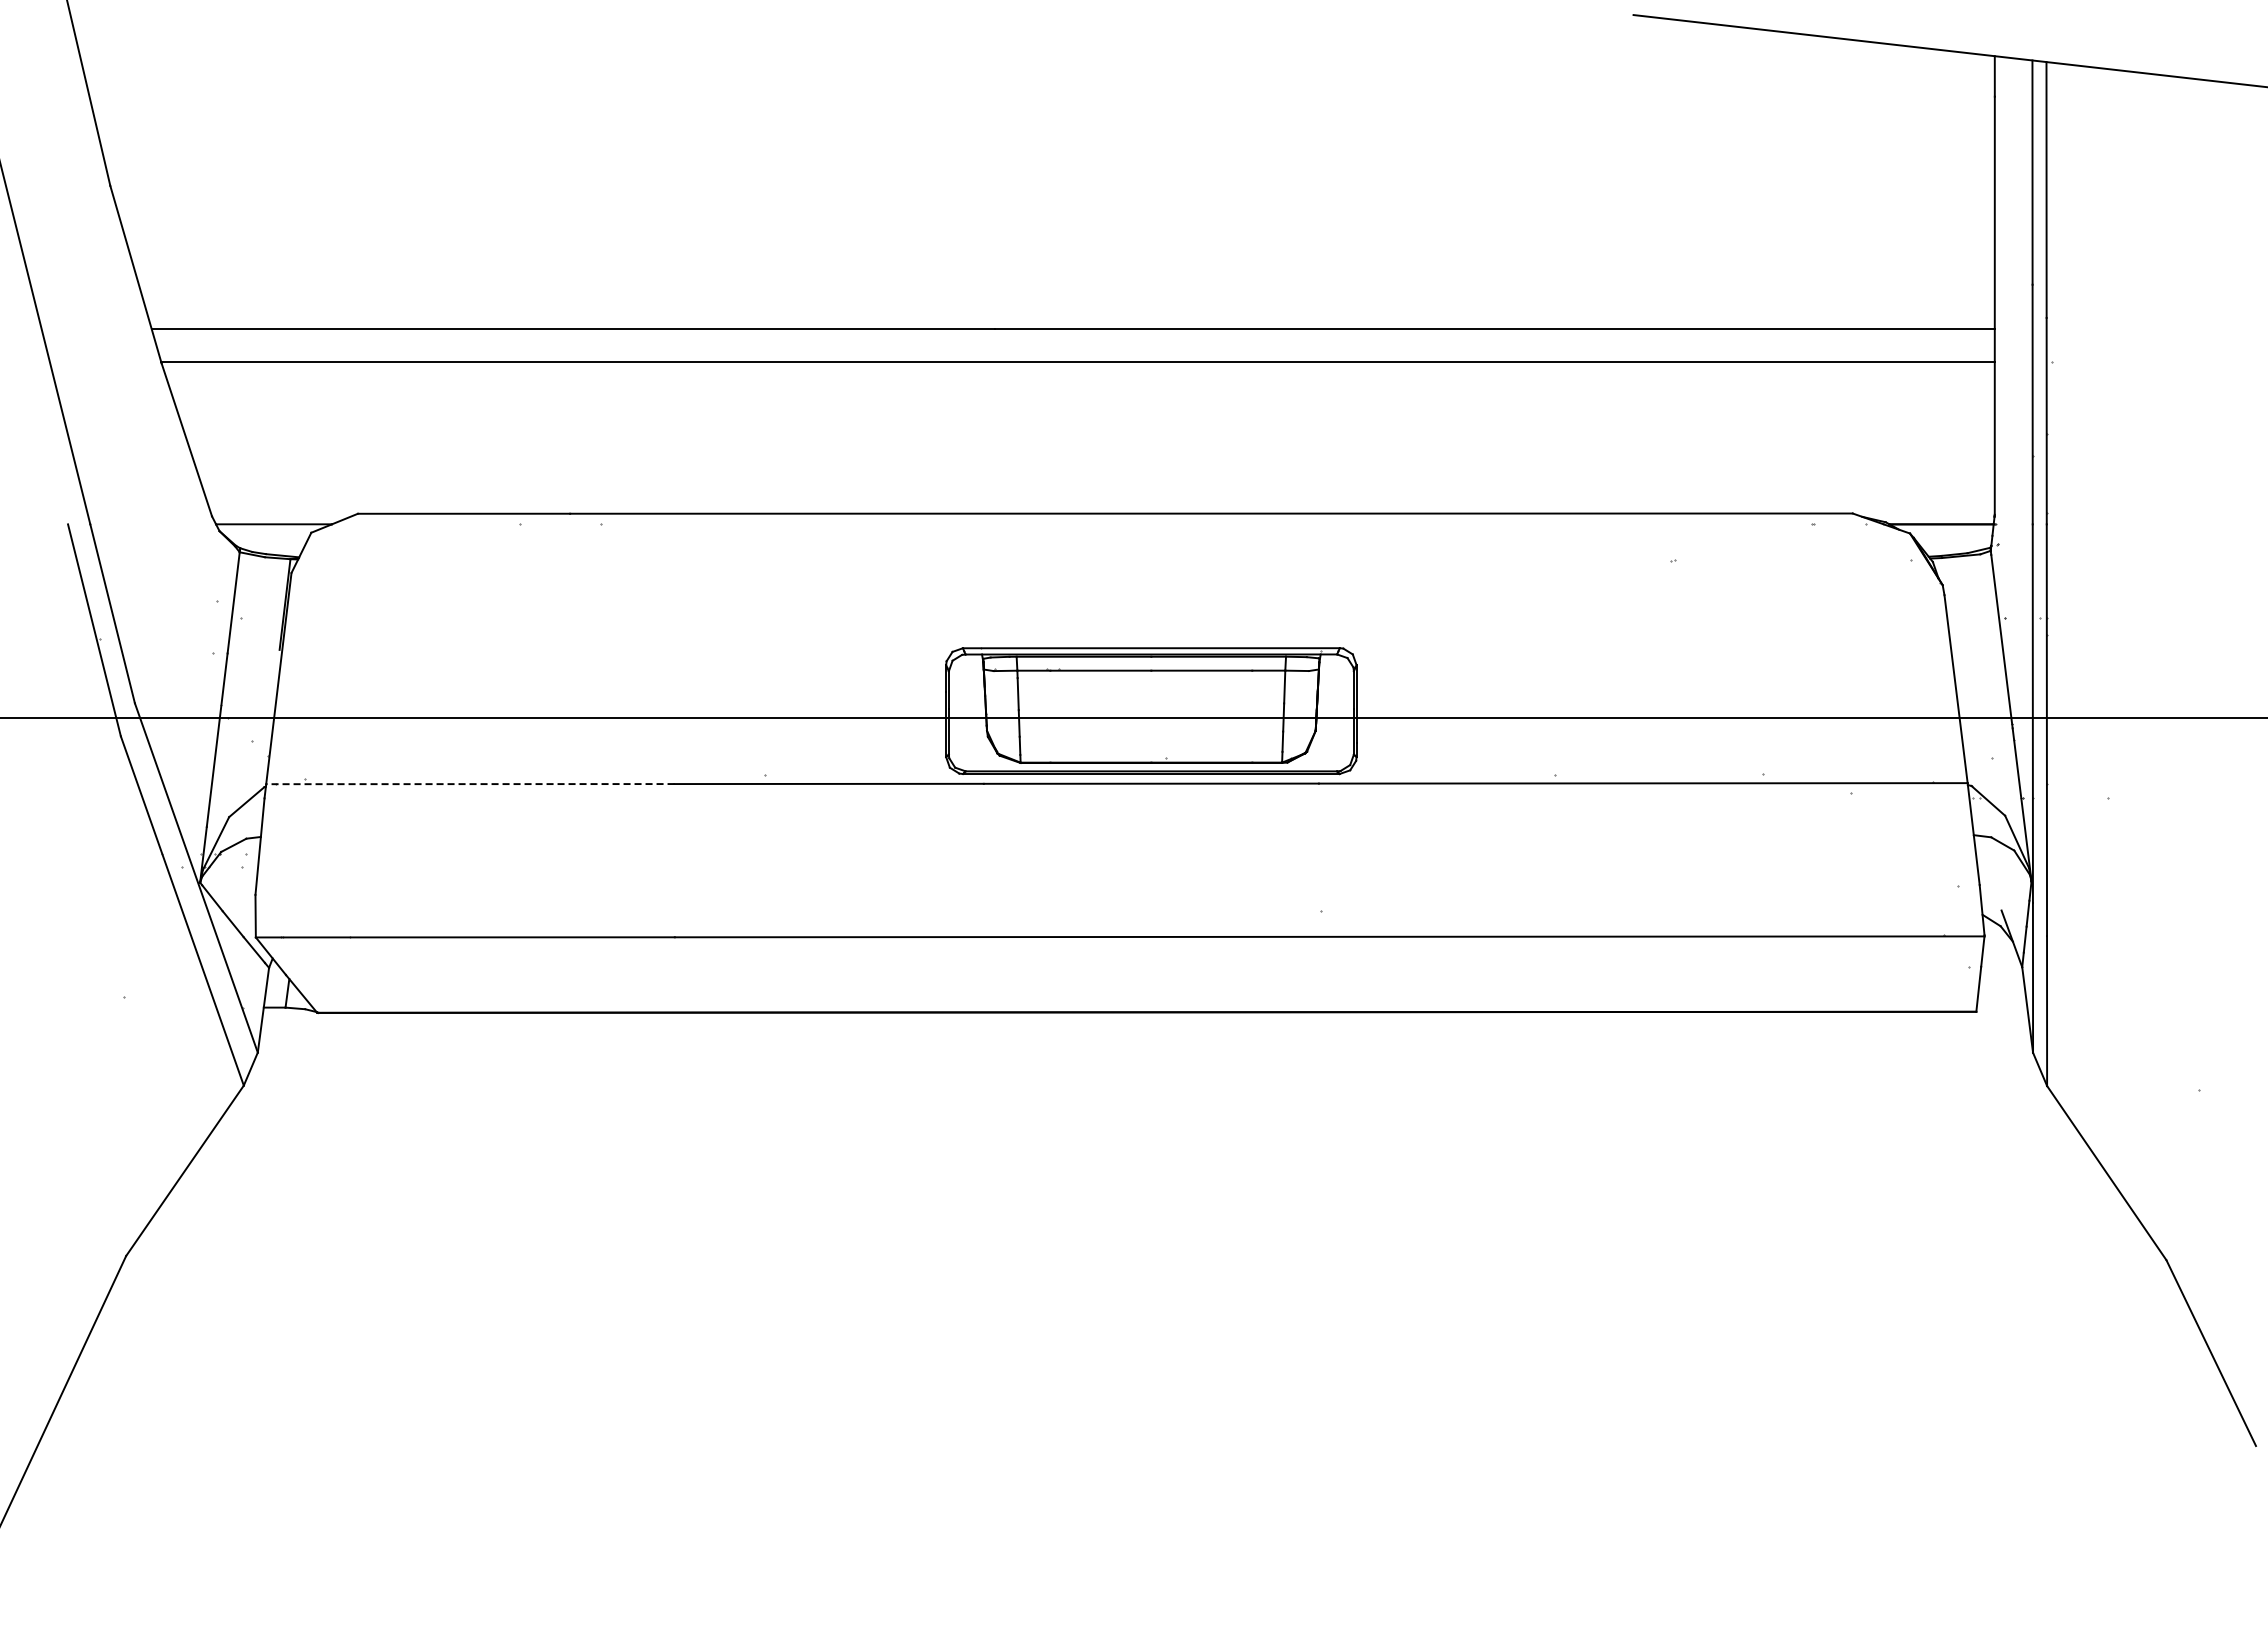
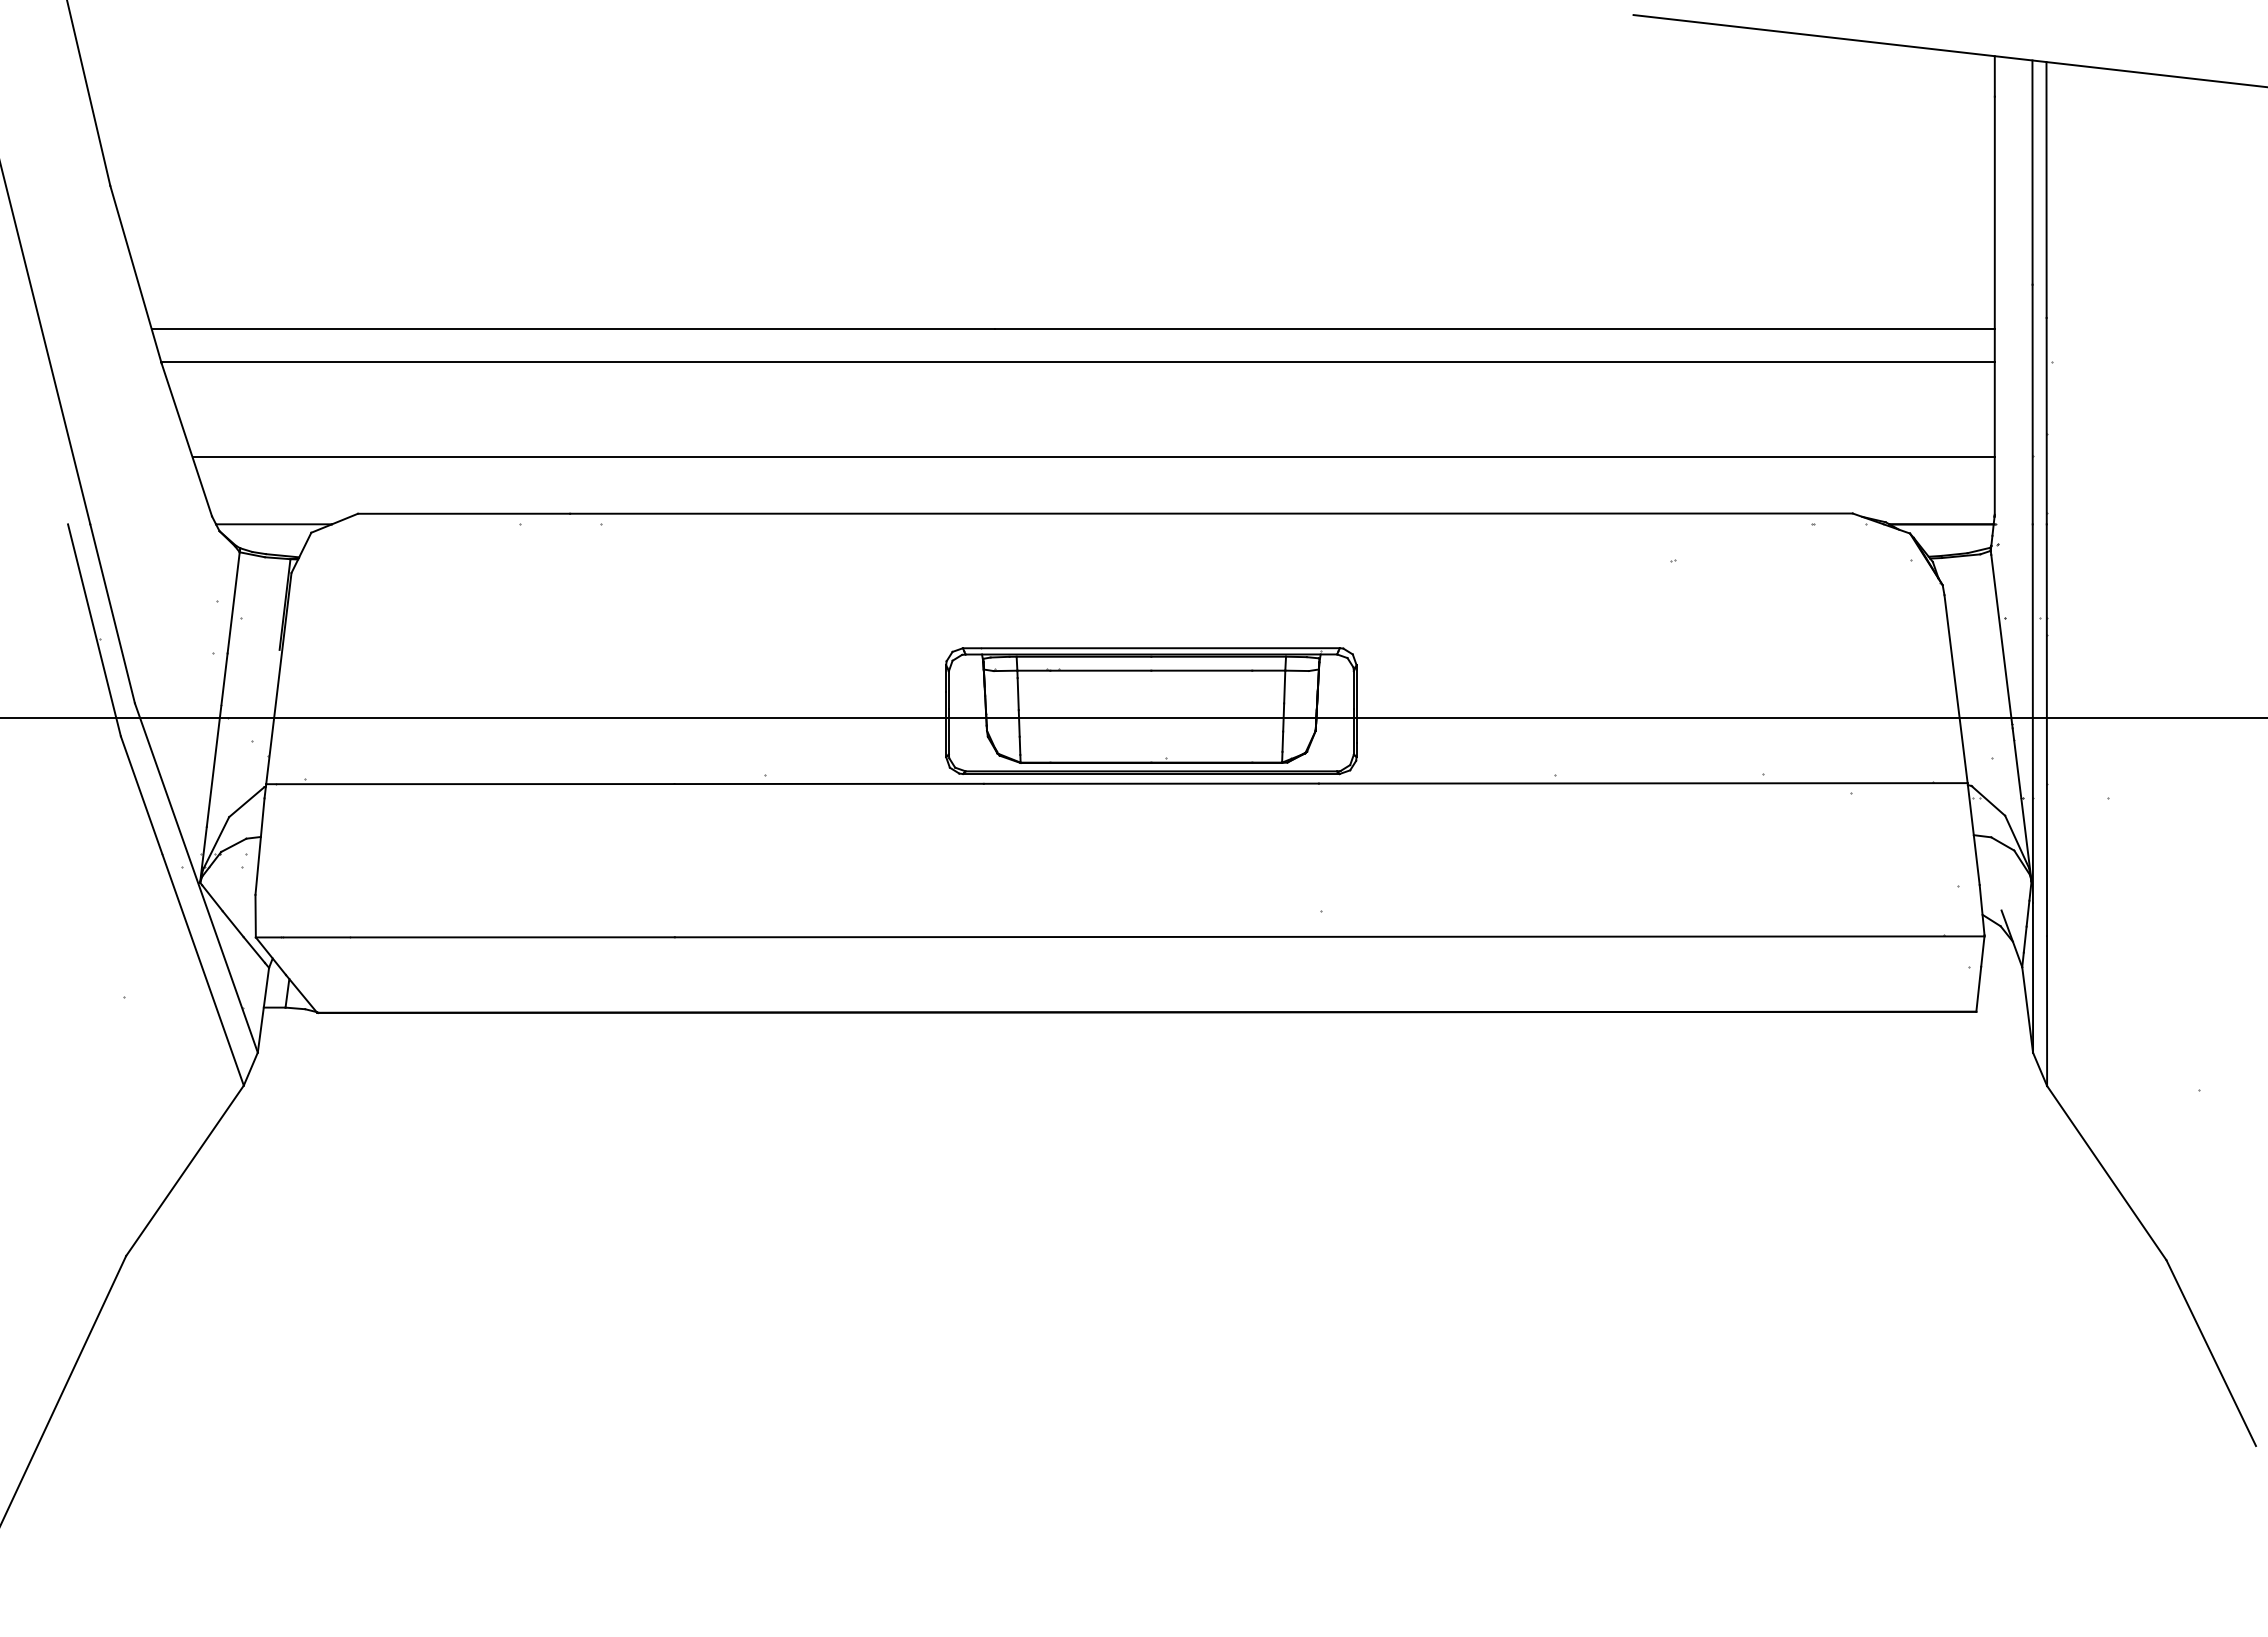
line at (1093, 457): none -> present
line at (469, 784): dashed -> solid
